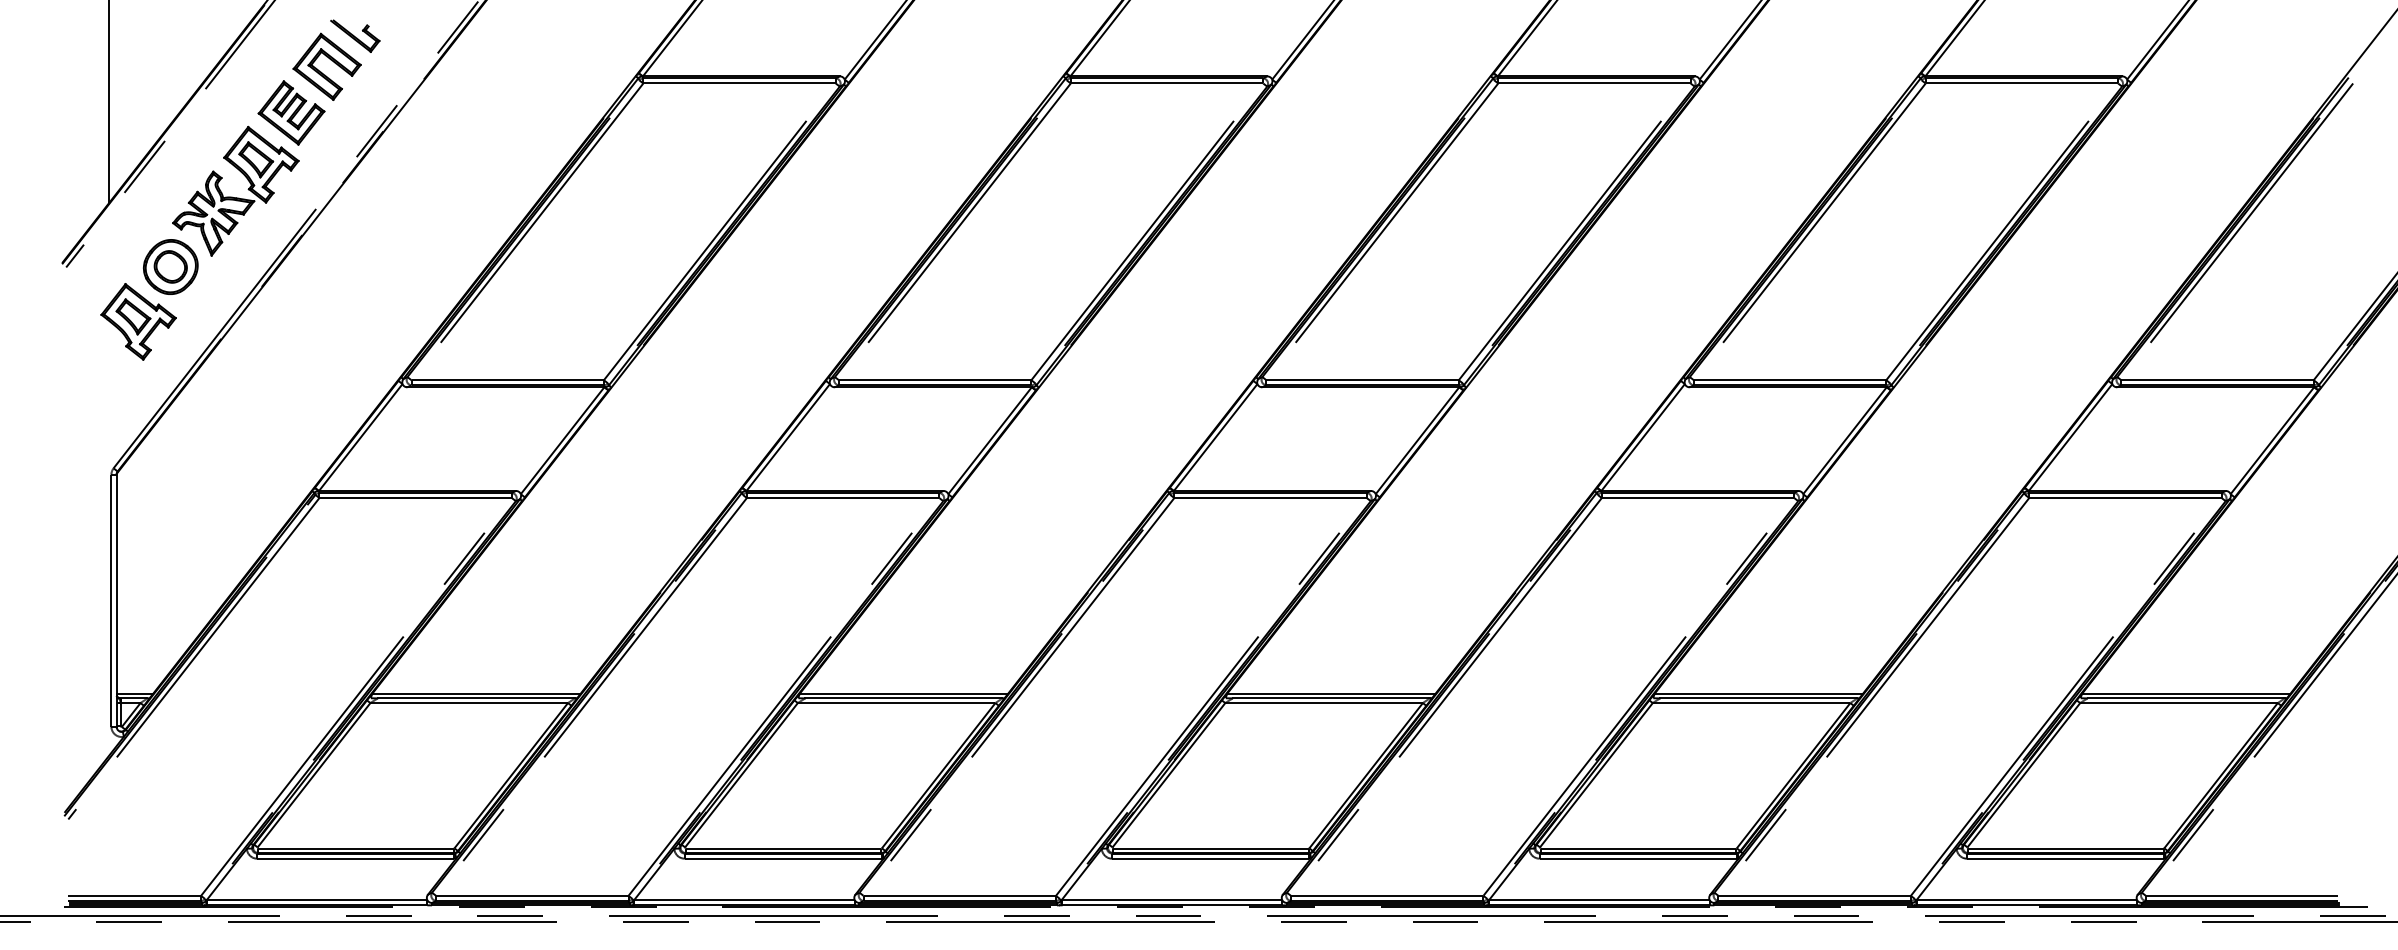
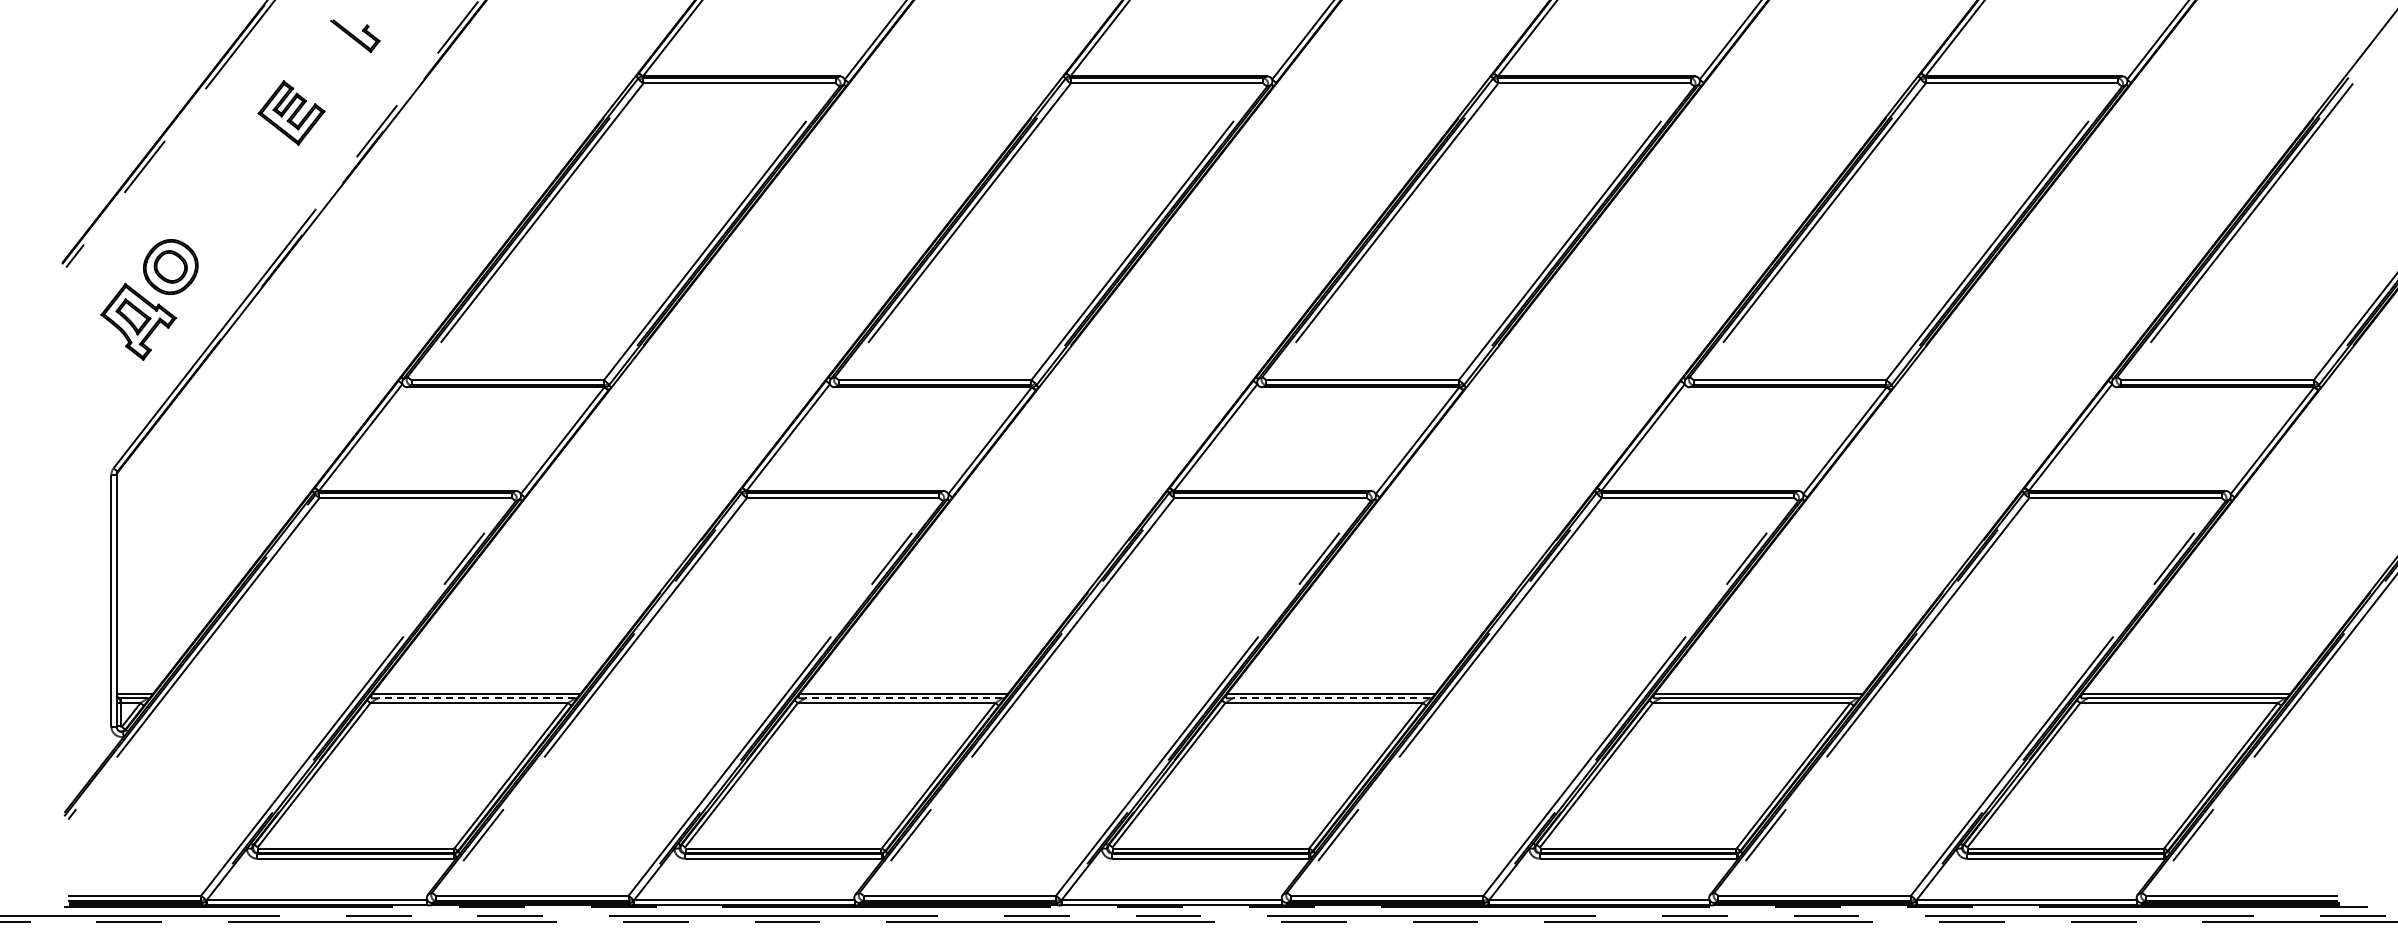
part at (321, 71): present -> none
line at (109, 102): present -> none
part at (232, 196): present -> none
line at (475, 698): solid -> dashed
line at (903, 698): solid -> dashed
line at (1330, 698): solid -> dashed
